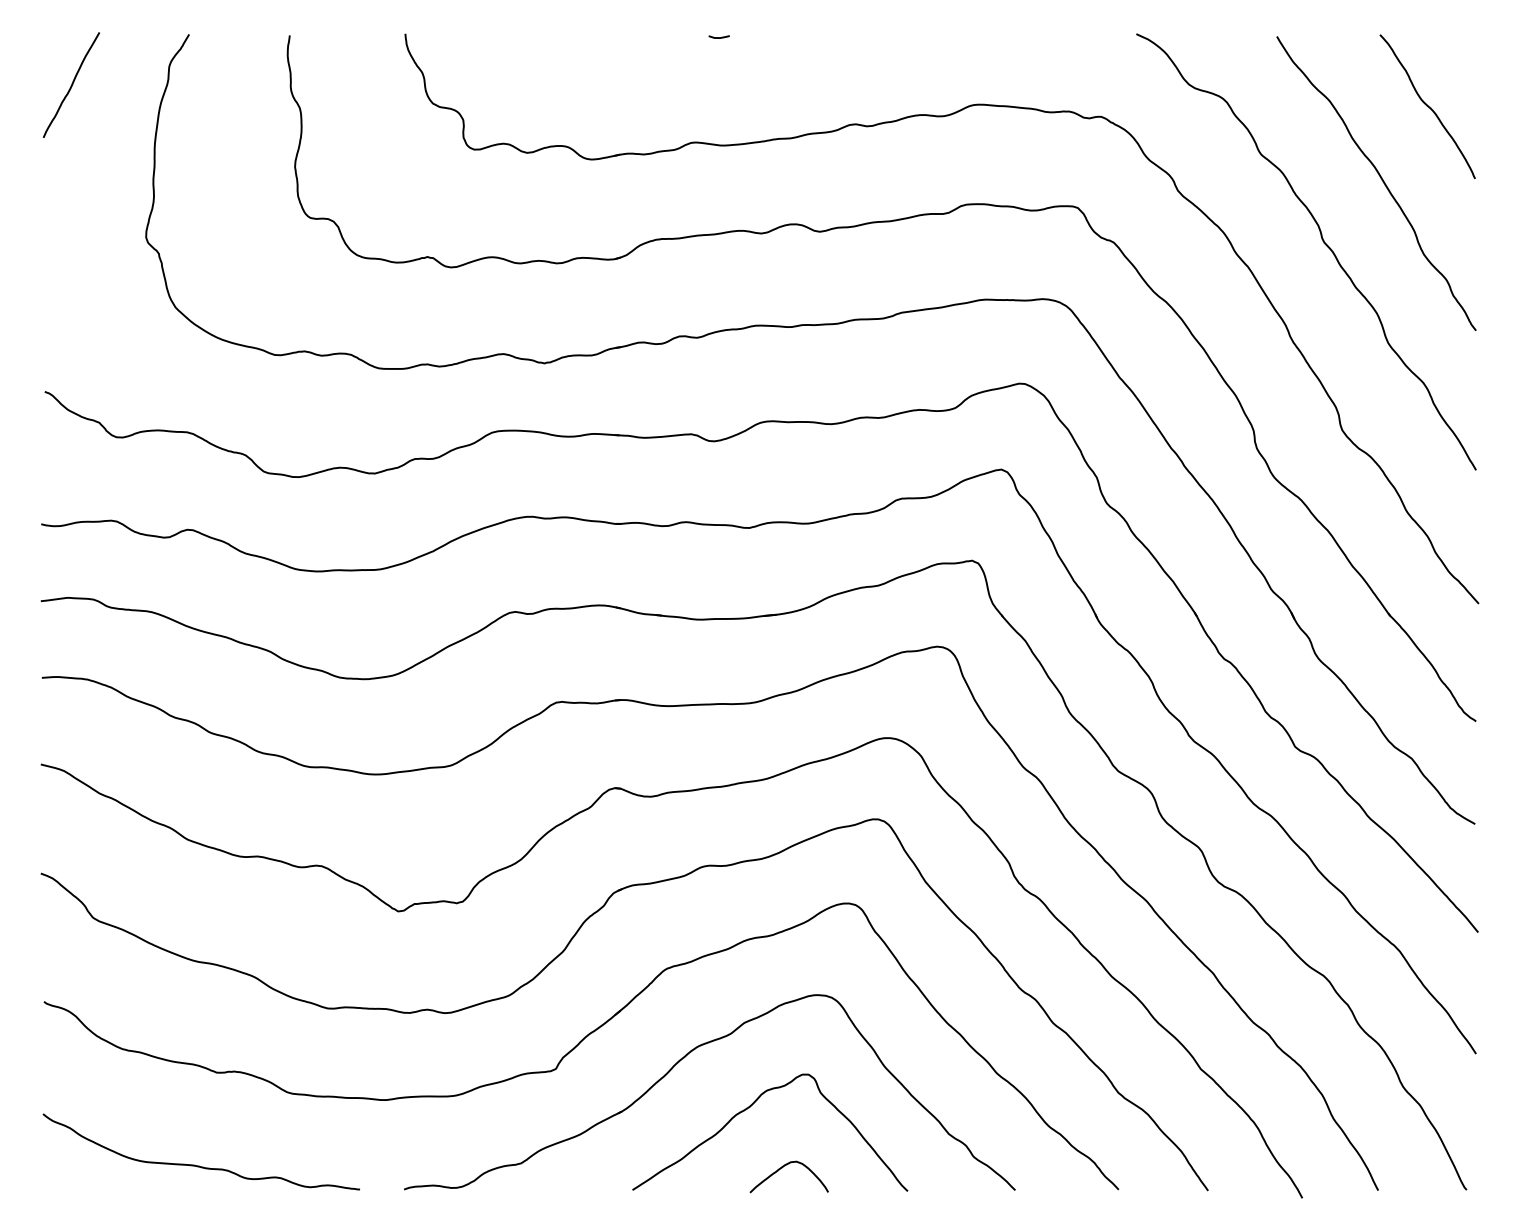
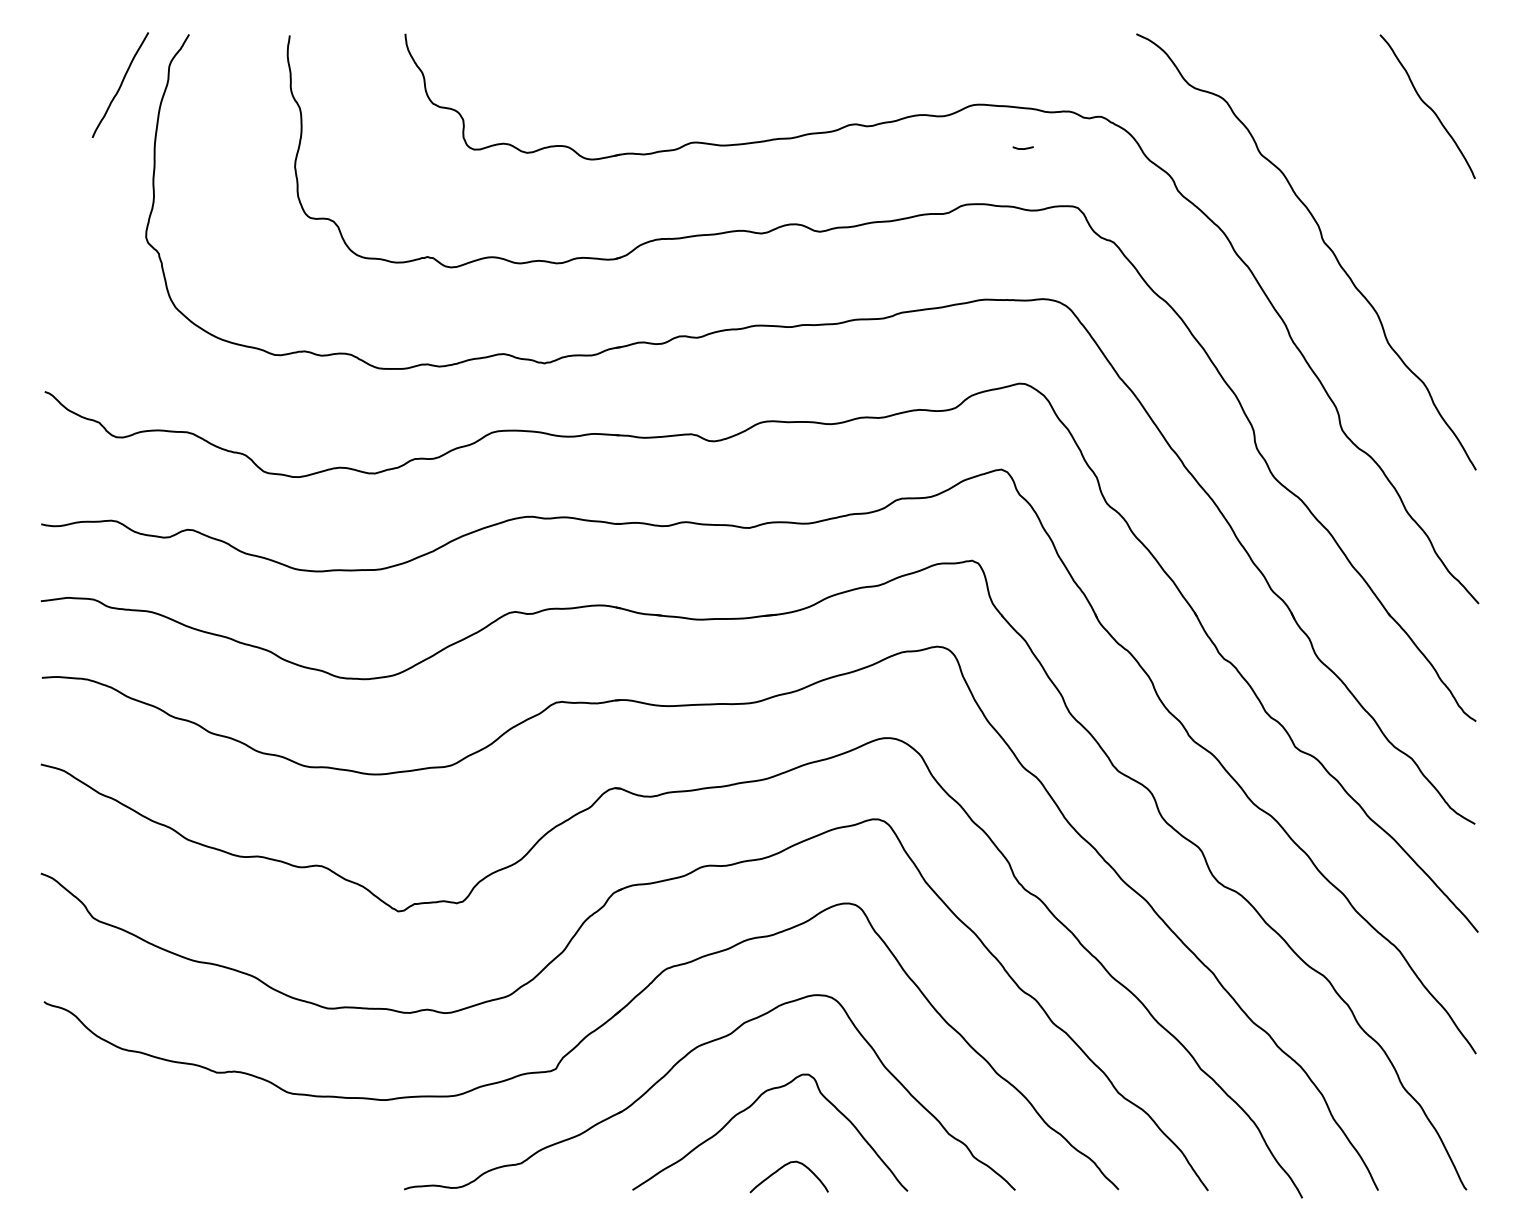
curve at (718, 37) position: (718, 37) -> (1022, 148)
curve at (71, 84) position: (71, 84) -> (120, 84)
curve at (1381, 180): present -> none
curve at (199, 1165): present -> none
